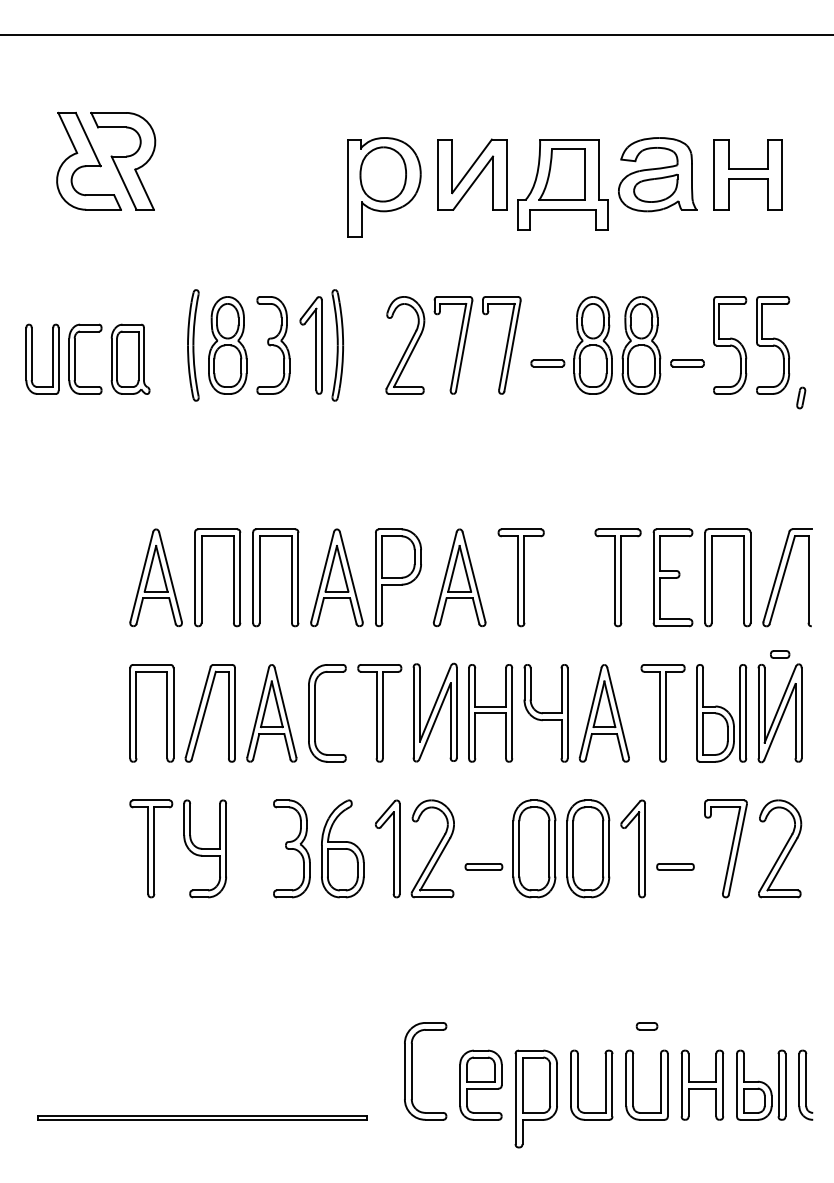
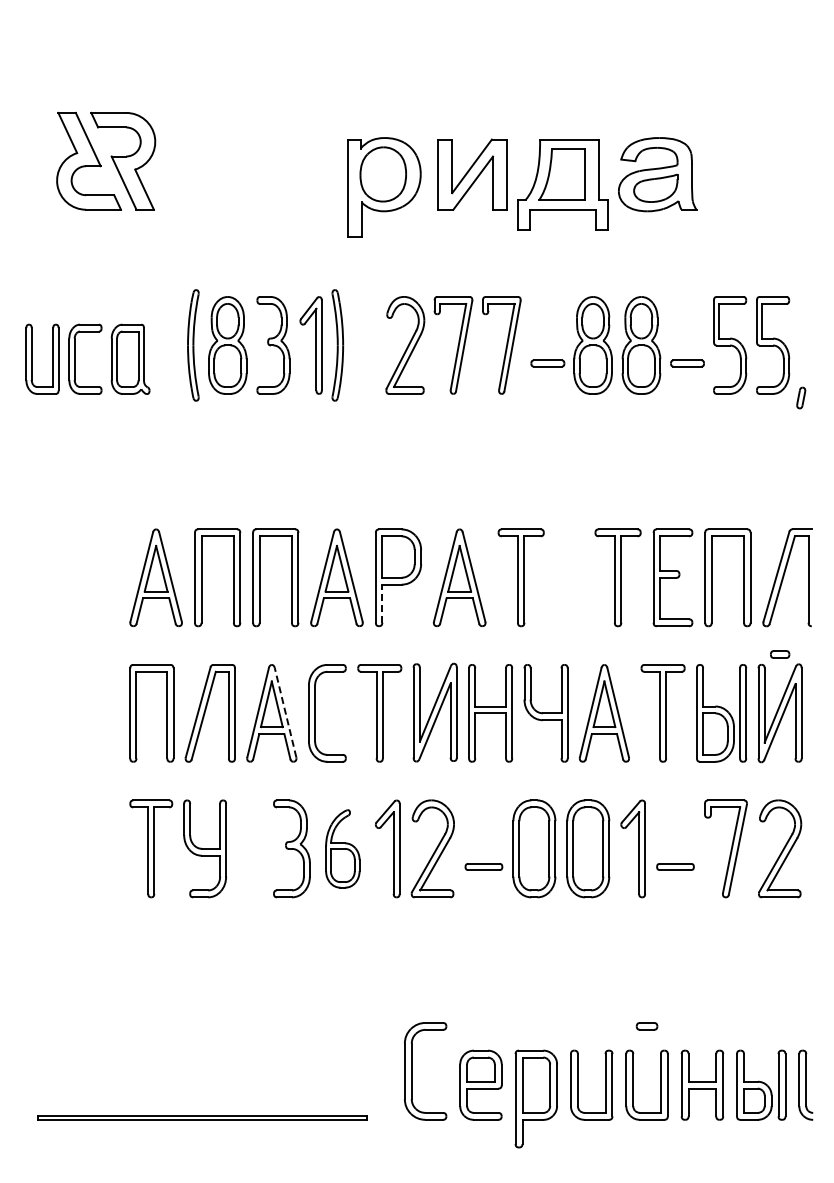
line at (416, 35): present -> none
part at (747, 174): present -> none
line at (382, 603): solid -> dashed
line at (285, 712): solid -> dashed
part at (342, 848) size: 44x100 px -> 36x80 px
